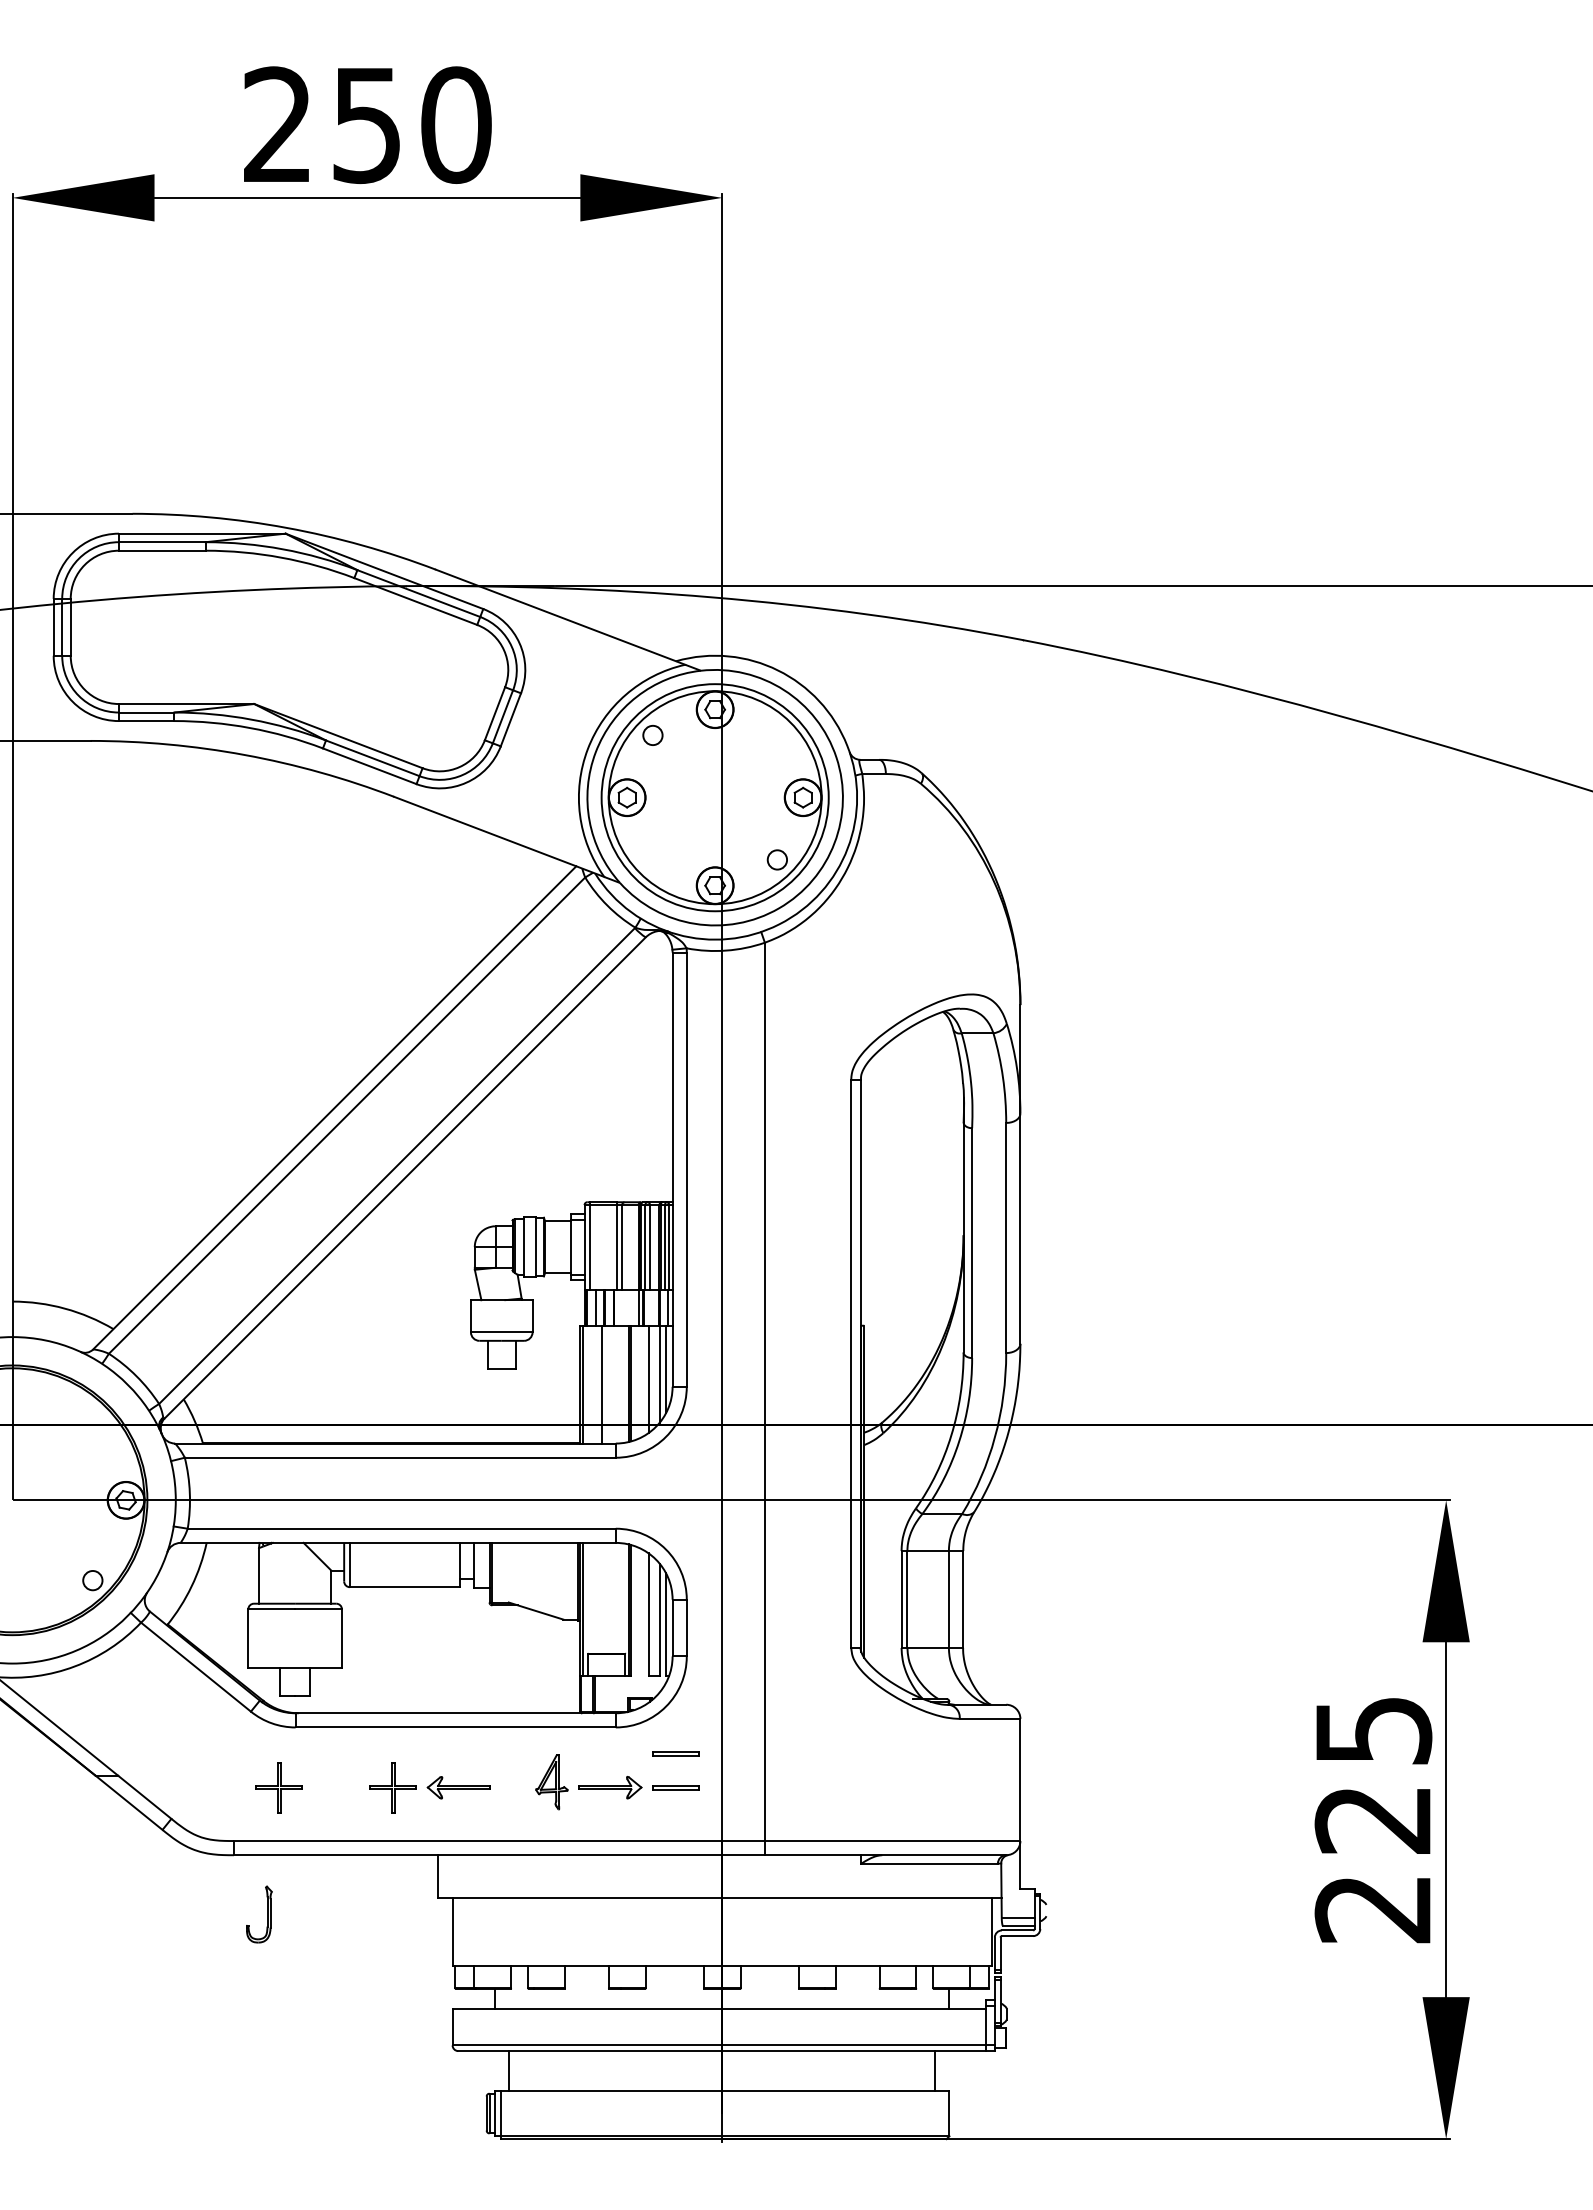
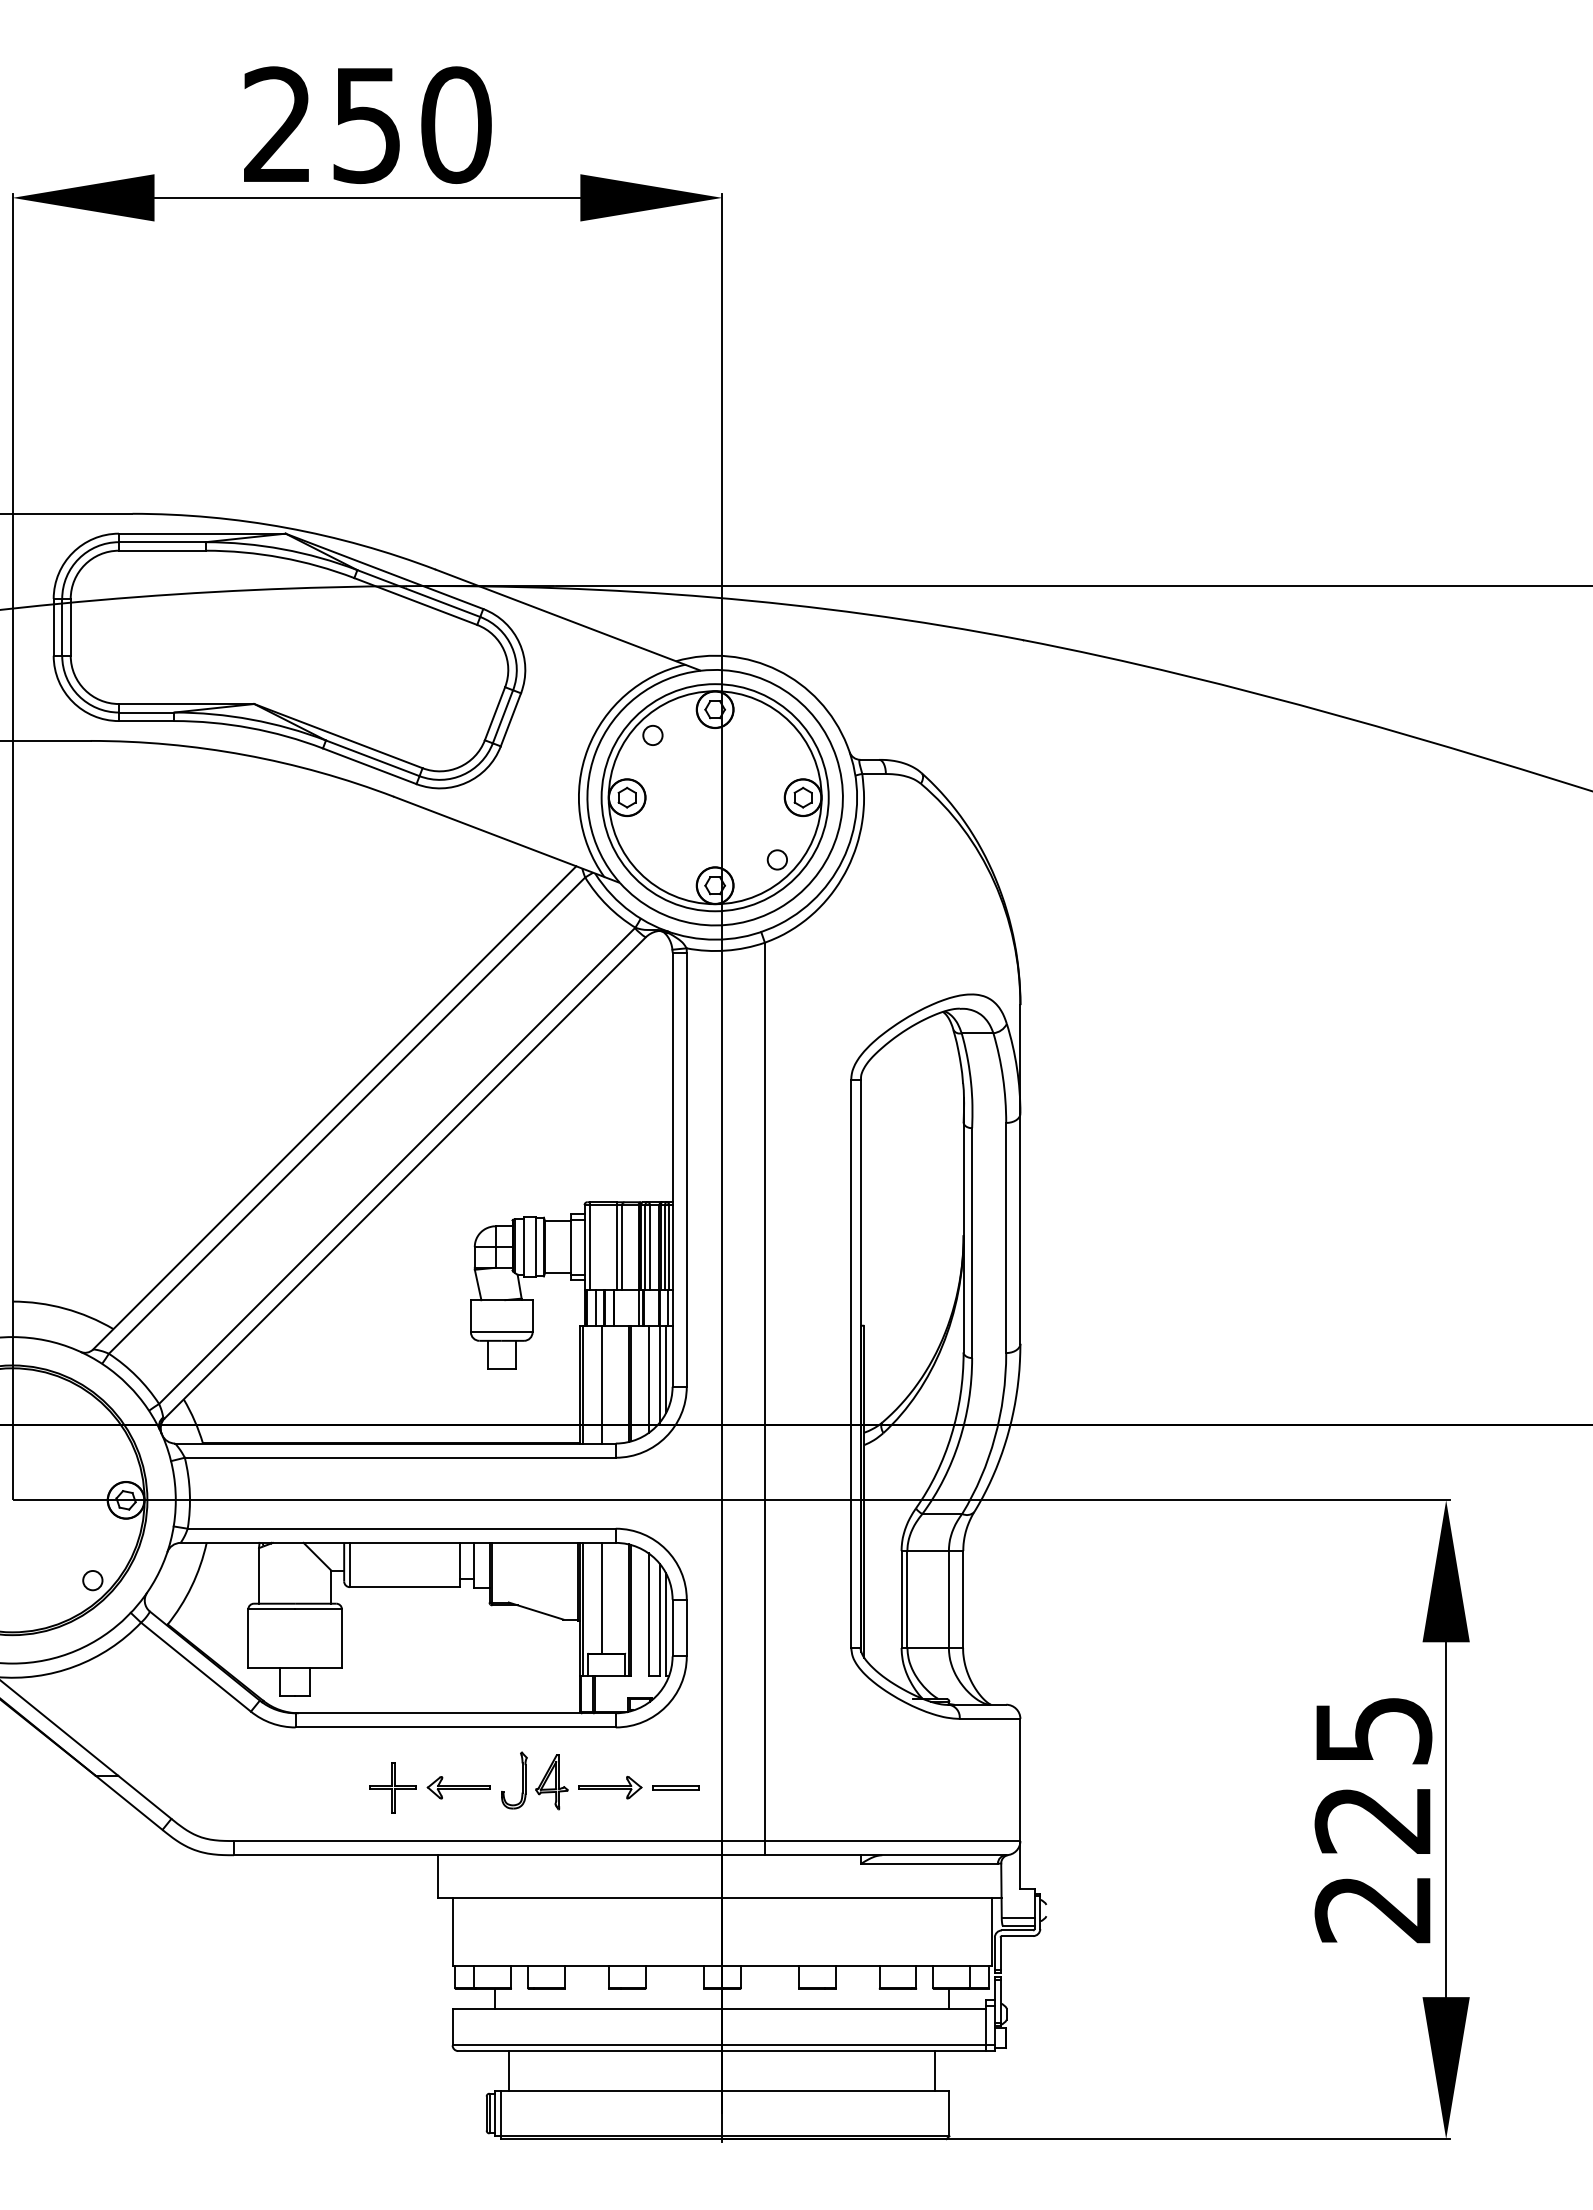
line at (601, 1597): none -> present
part at (675, 1753): present -> none
part at (278, 1787): present -> none
part at (267, 1914) position: (267, 1914) -> (522, 1780)
